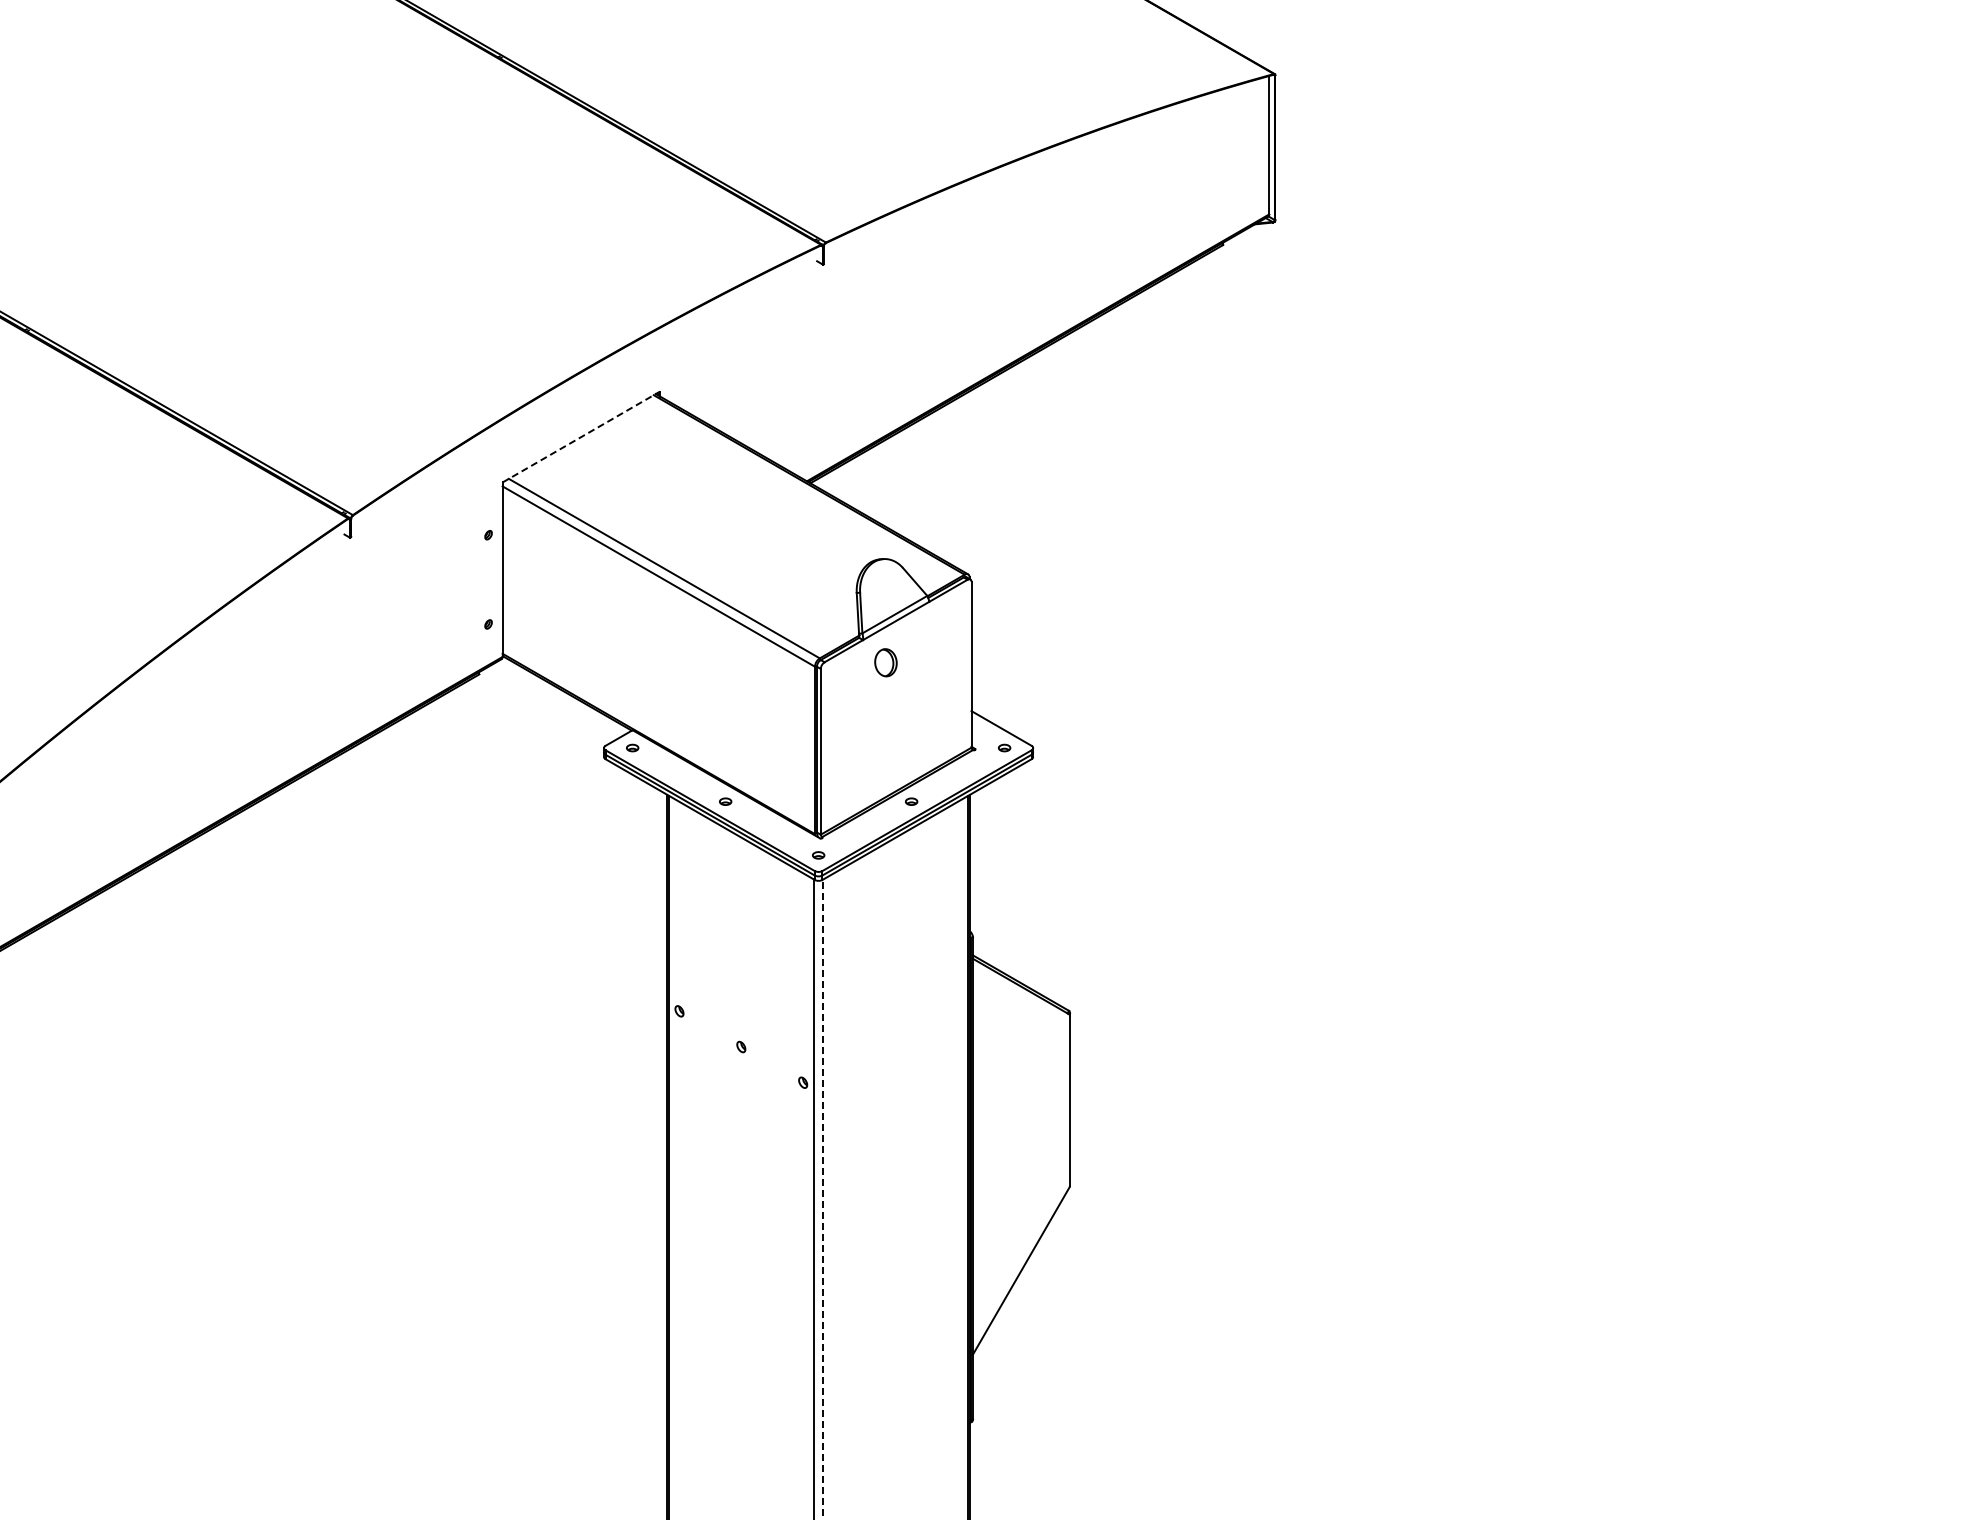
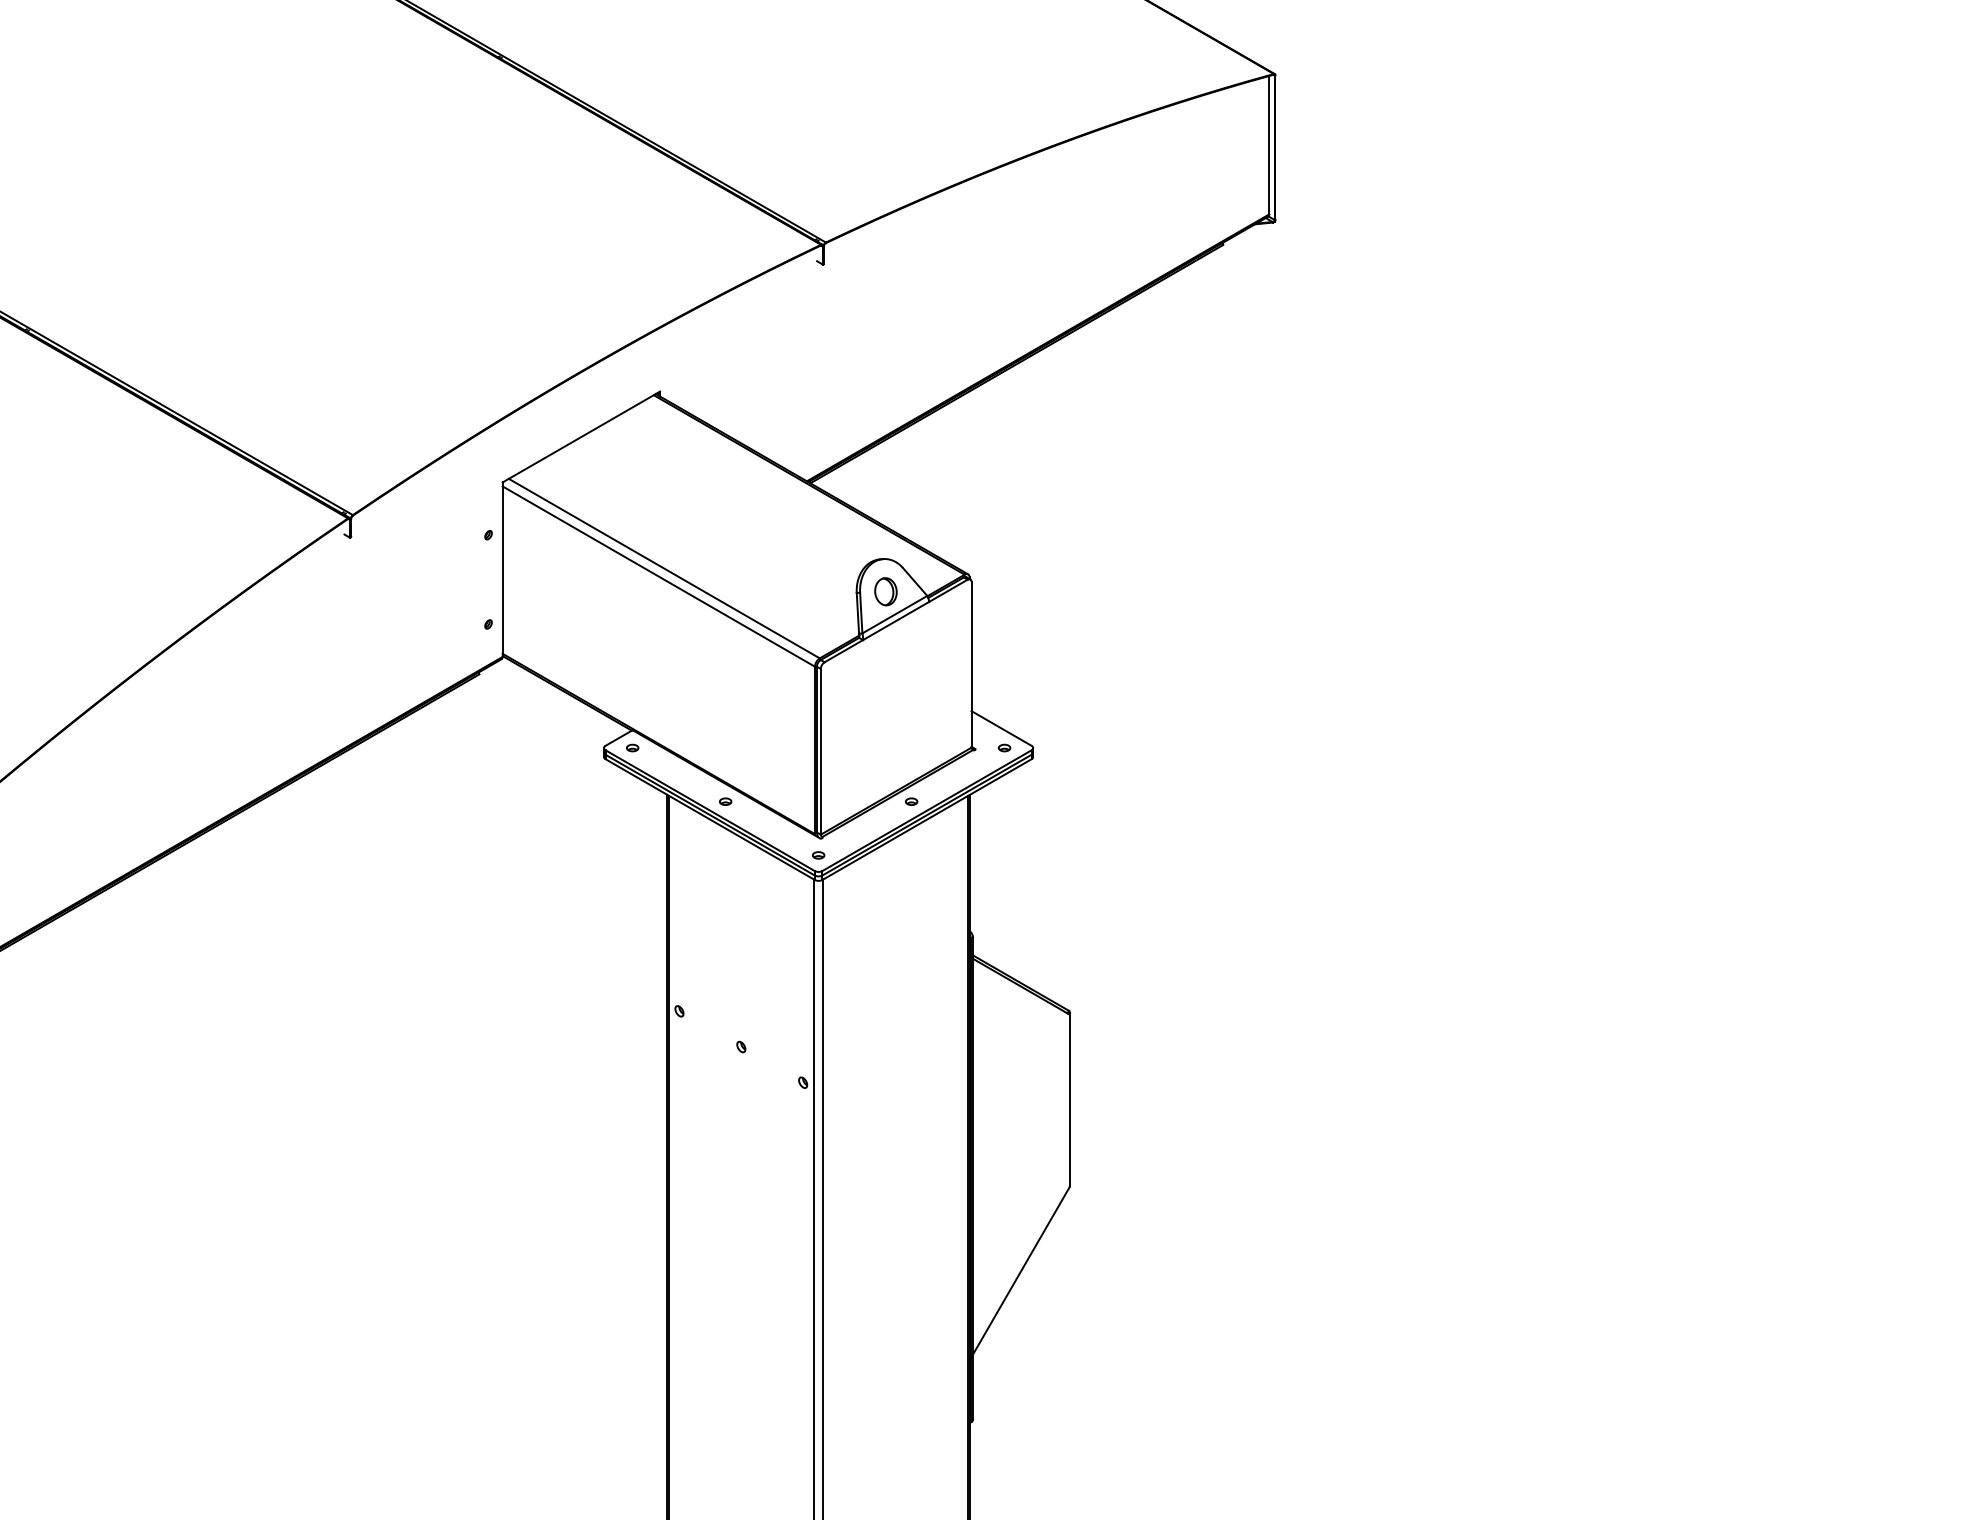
line at (581, 437): dashed -> solid
part at (885, 662) position: (885, 662) -> (885, 591)
line at (823, 1199): dashed -> solid
